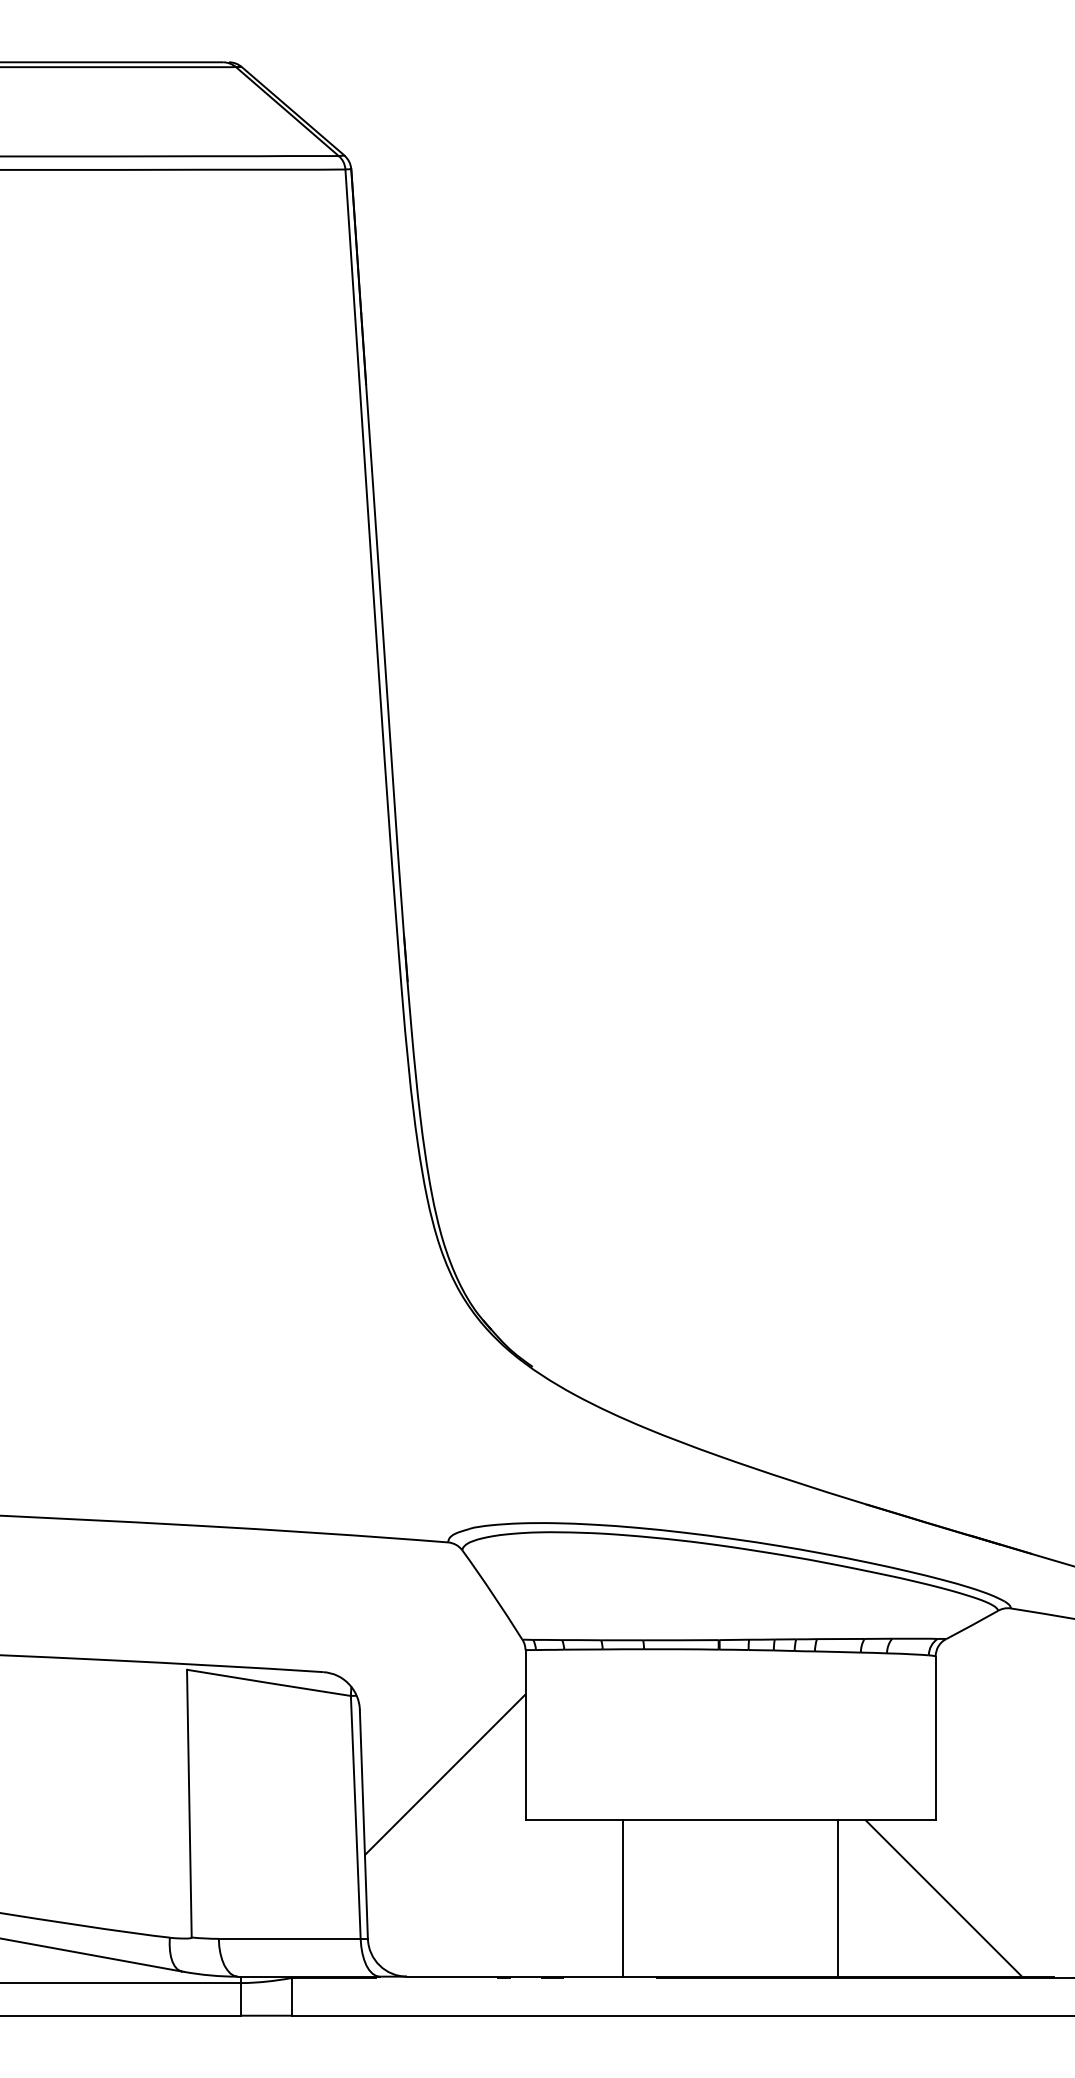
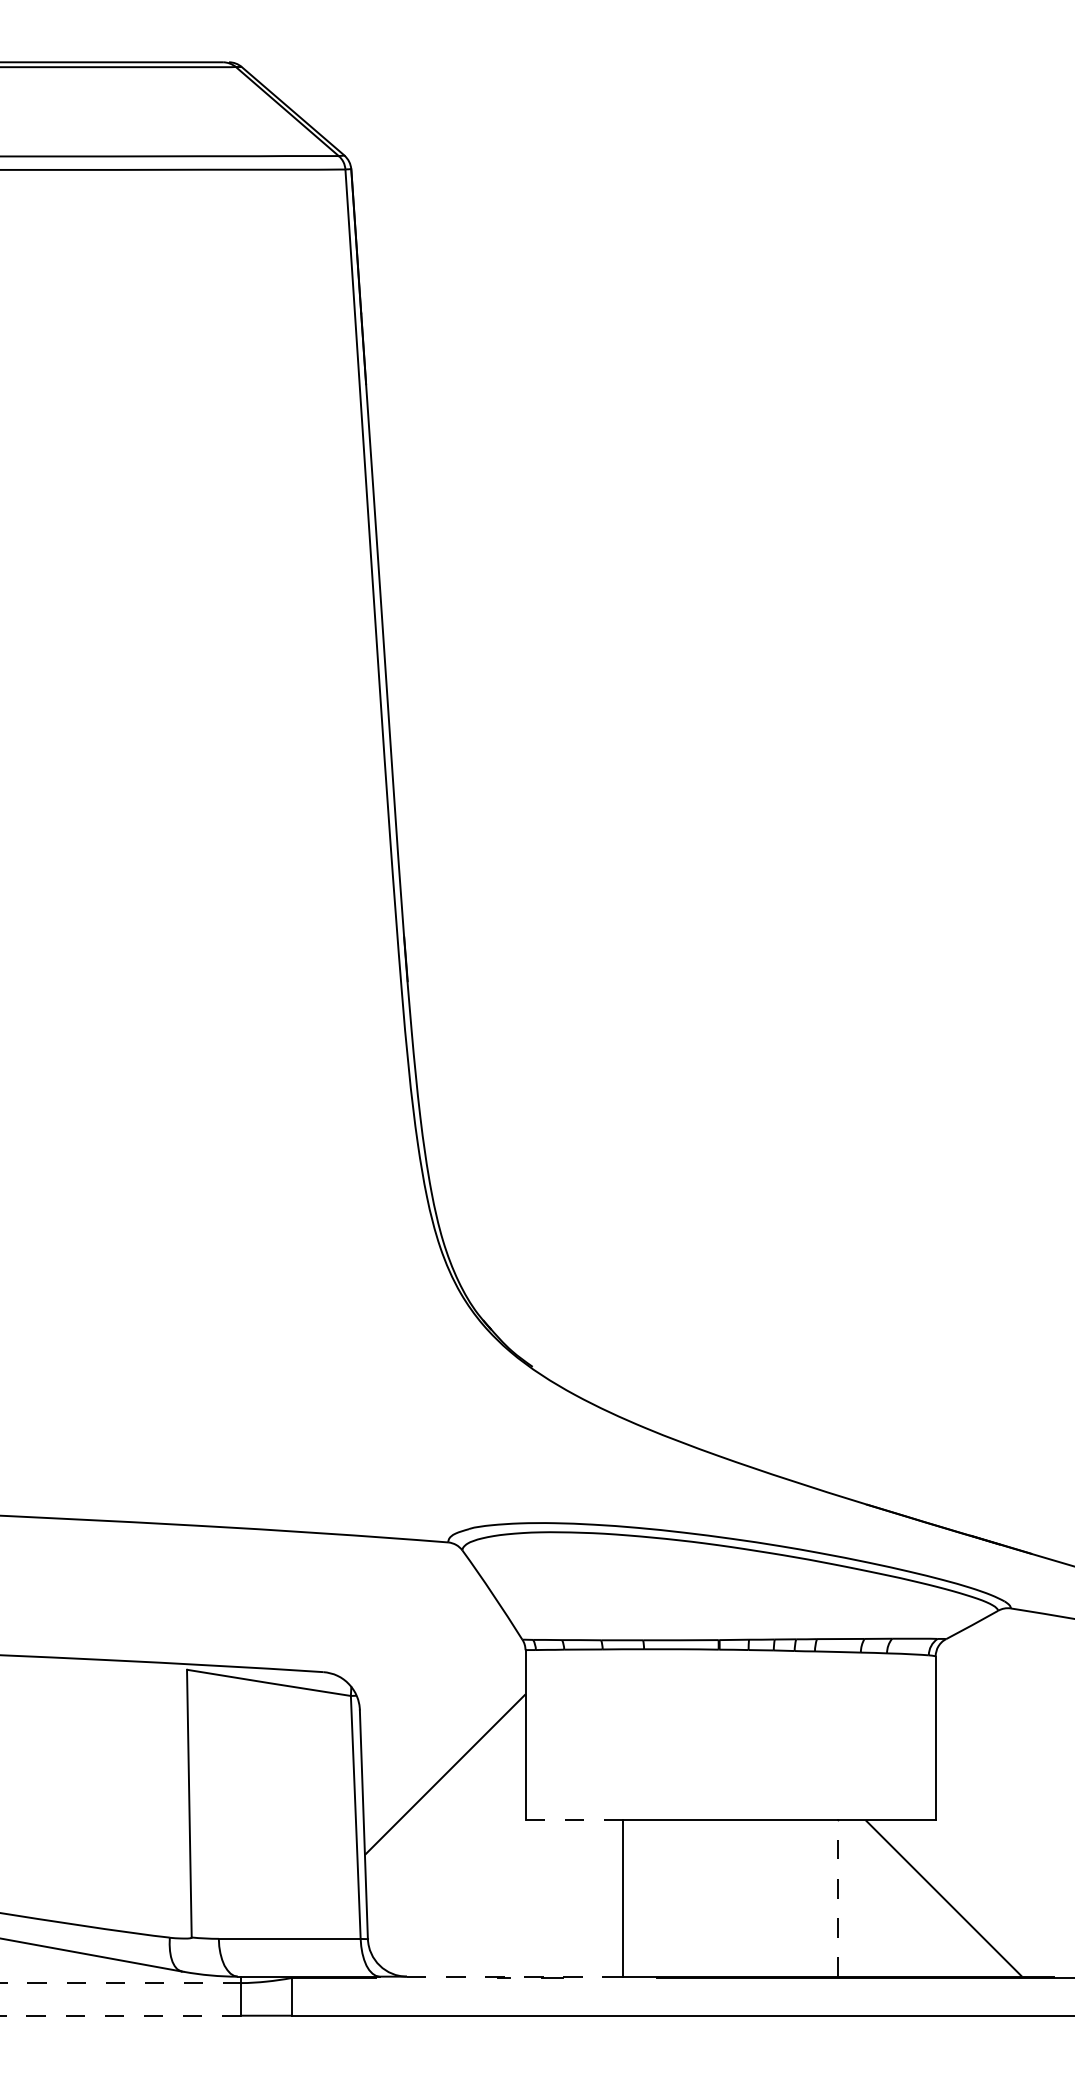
line at (574, 1820): solid -> dashed
line at (838, 1898): solid -> dashed
line at (515, 1976): solid -> dashed
line at (120, 1983): solid -> dashed
line at (120, 2015): solid -> dashed
